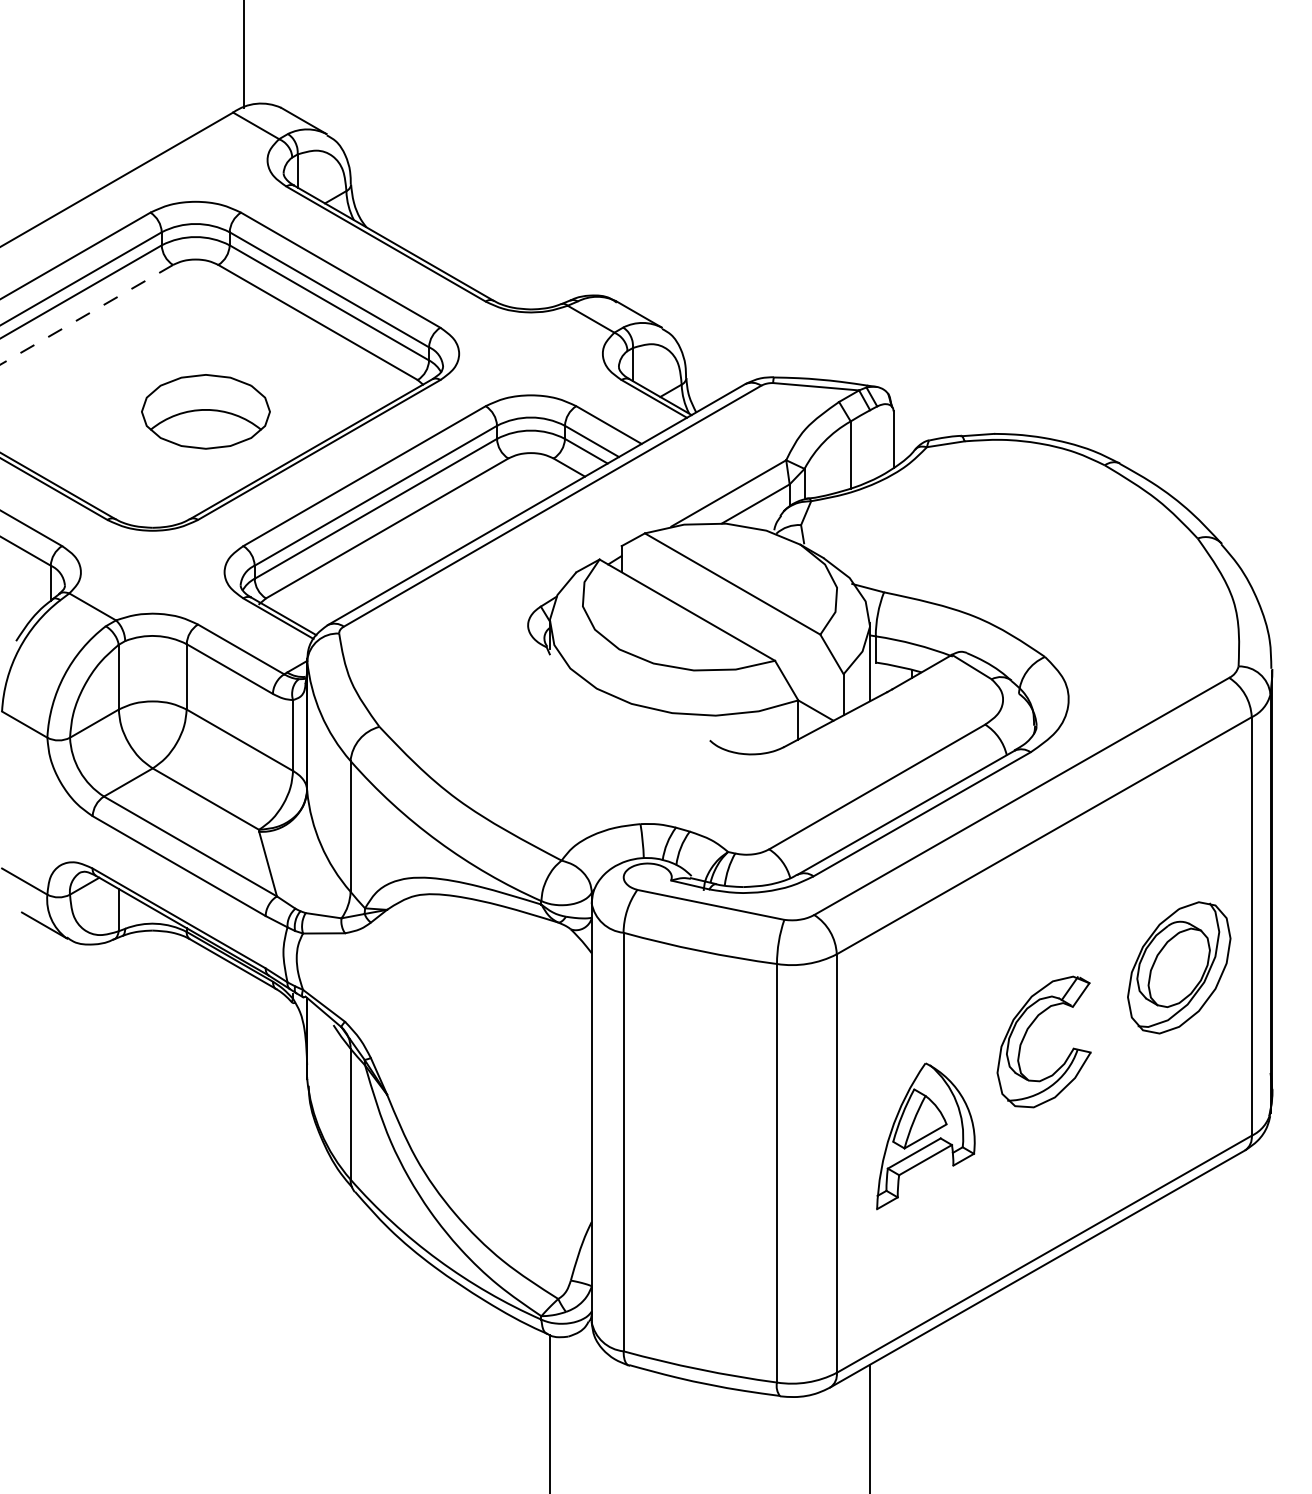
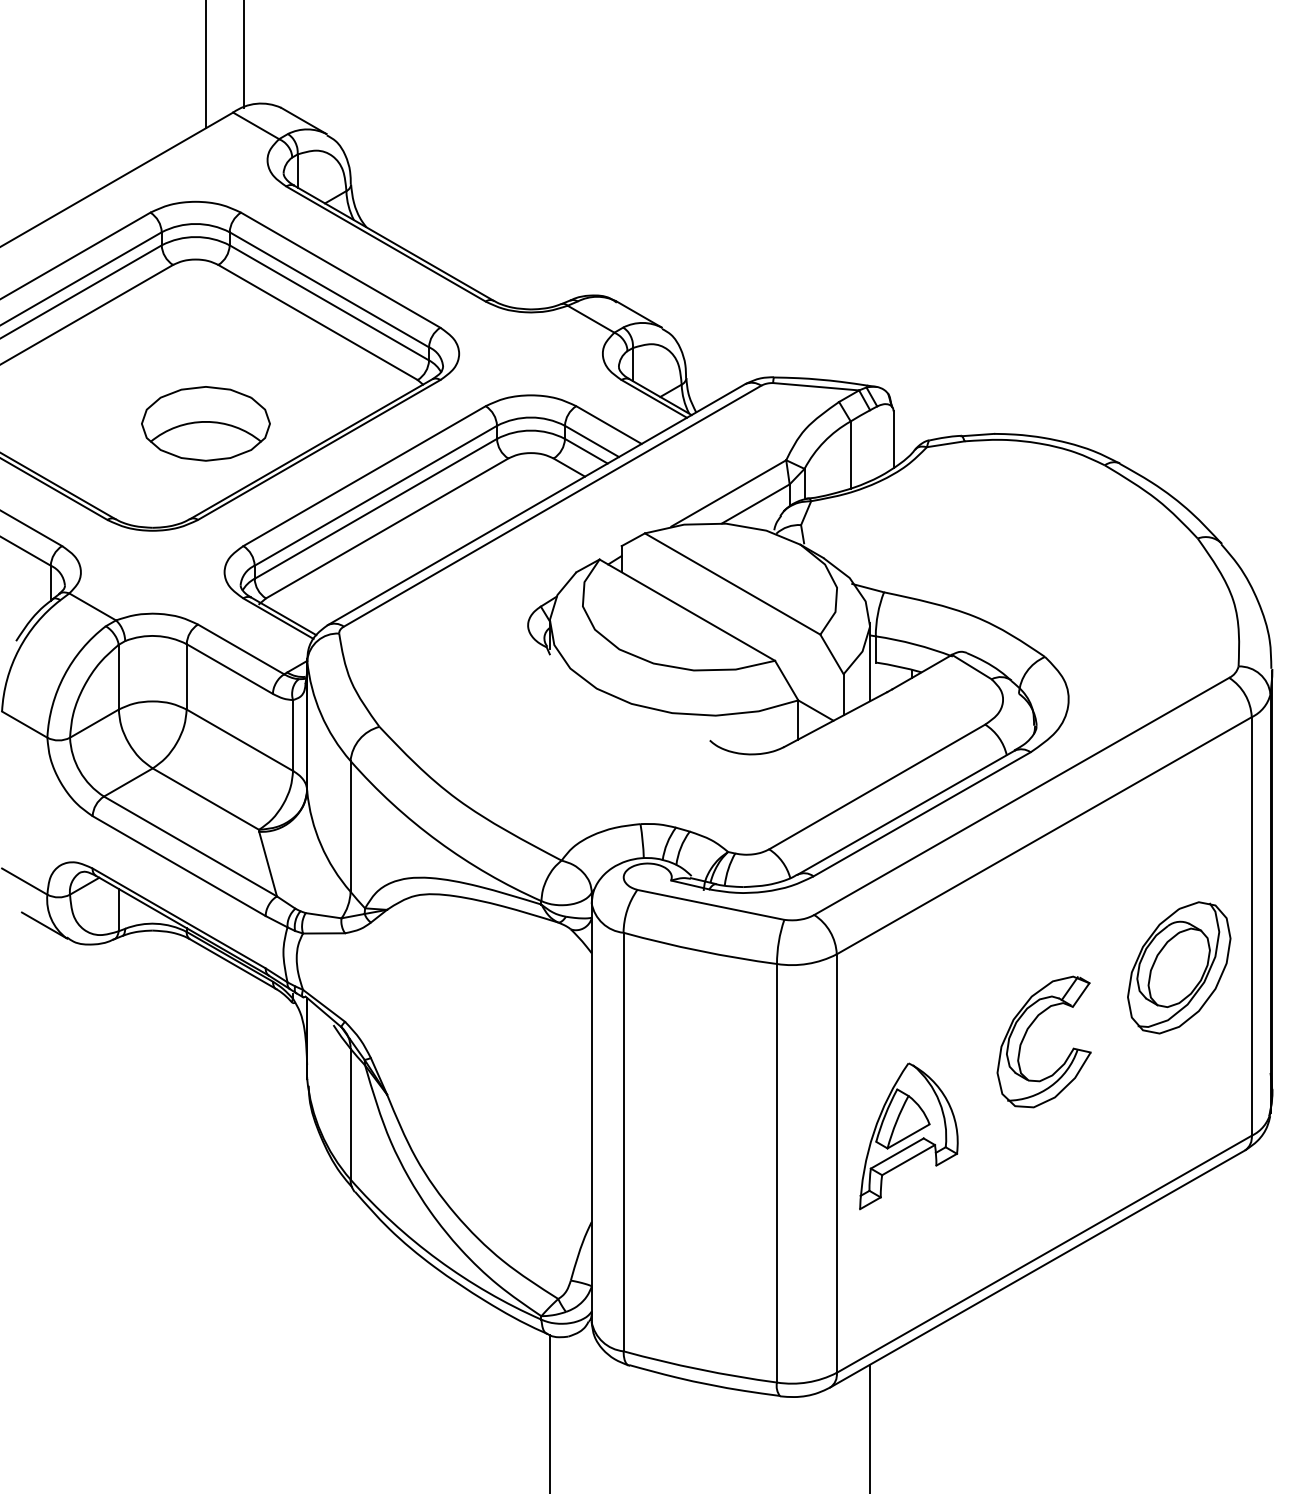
line at (205, 65): none -> present
line at (86, 314): dashed -> solid
part at (205, 411) position: (205, 411) -> (205, 423)
part at (925, 1136) position: (925, 1136) -> (908, 1136)
